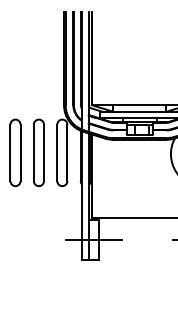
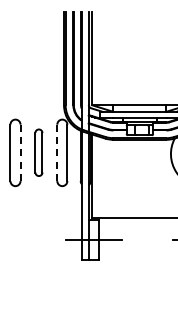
part at (38, 152) size: 12x69 px -> 10x49 px
line at (57, 152): solid -> dashed
line at (20, 153): solid -> dashed
